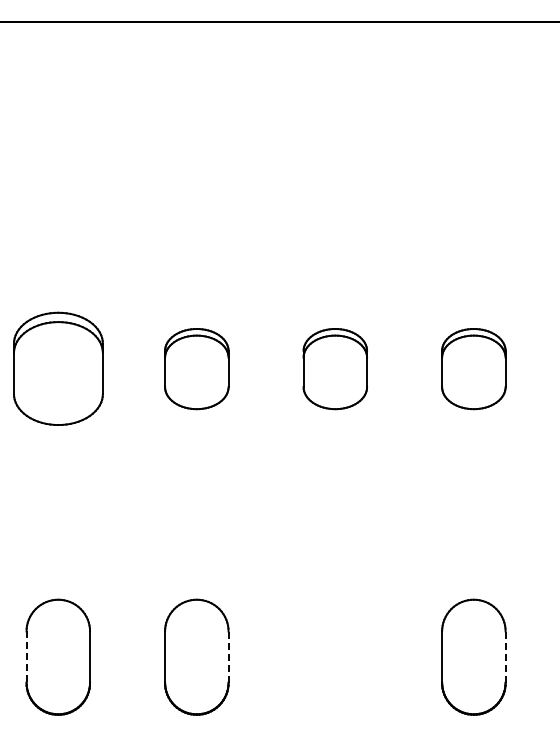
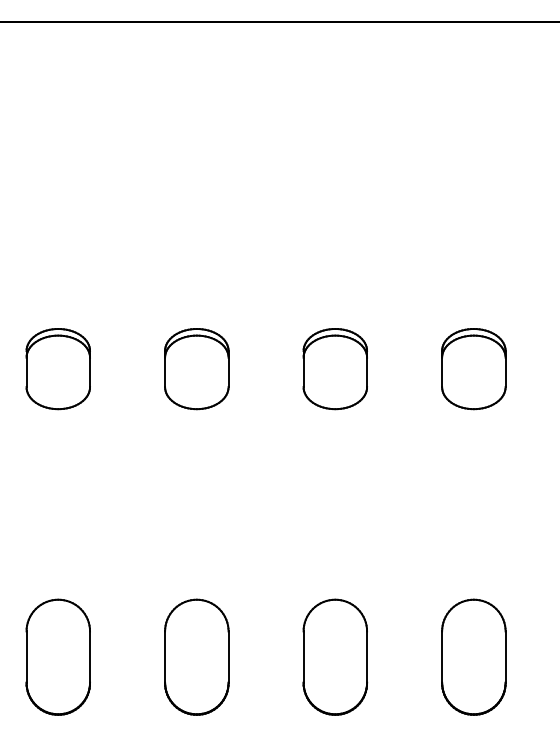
part at (58, 368) size: 91x115 px -> 66x83 px
part at (335, 656): none -> present
line at (26, 657): dashed -> solid
line at (228, 657): dashed -> solid
line at (505, 657): dashed -> solid
